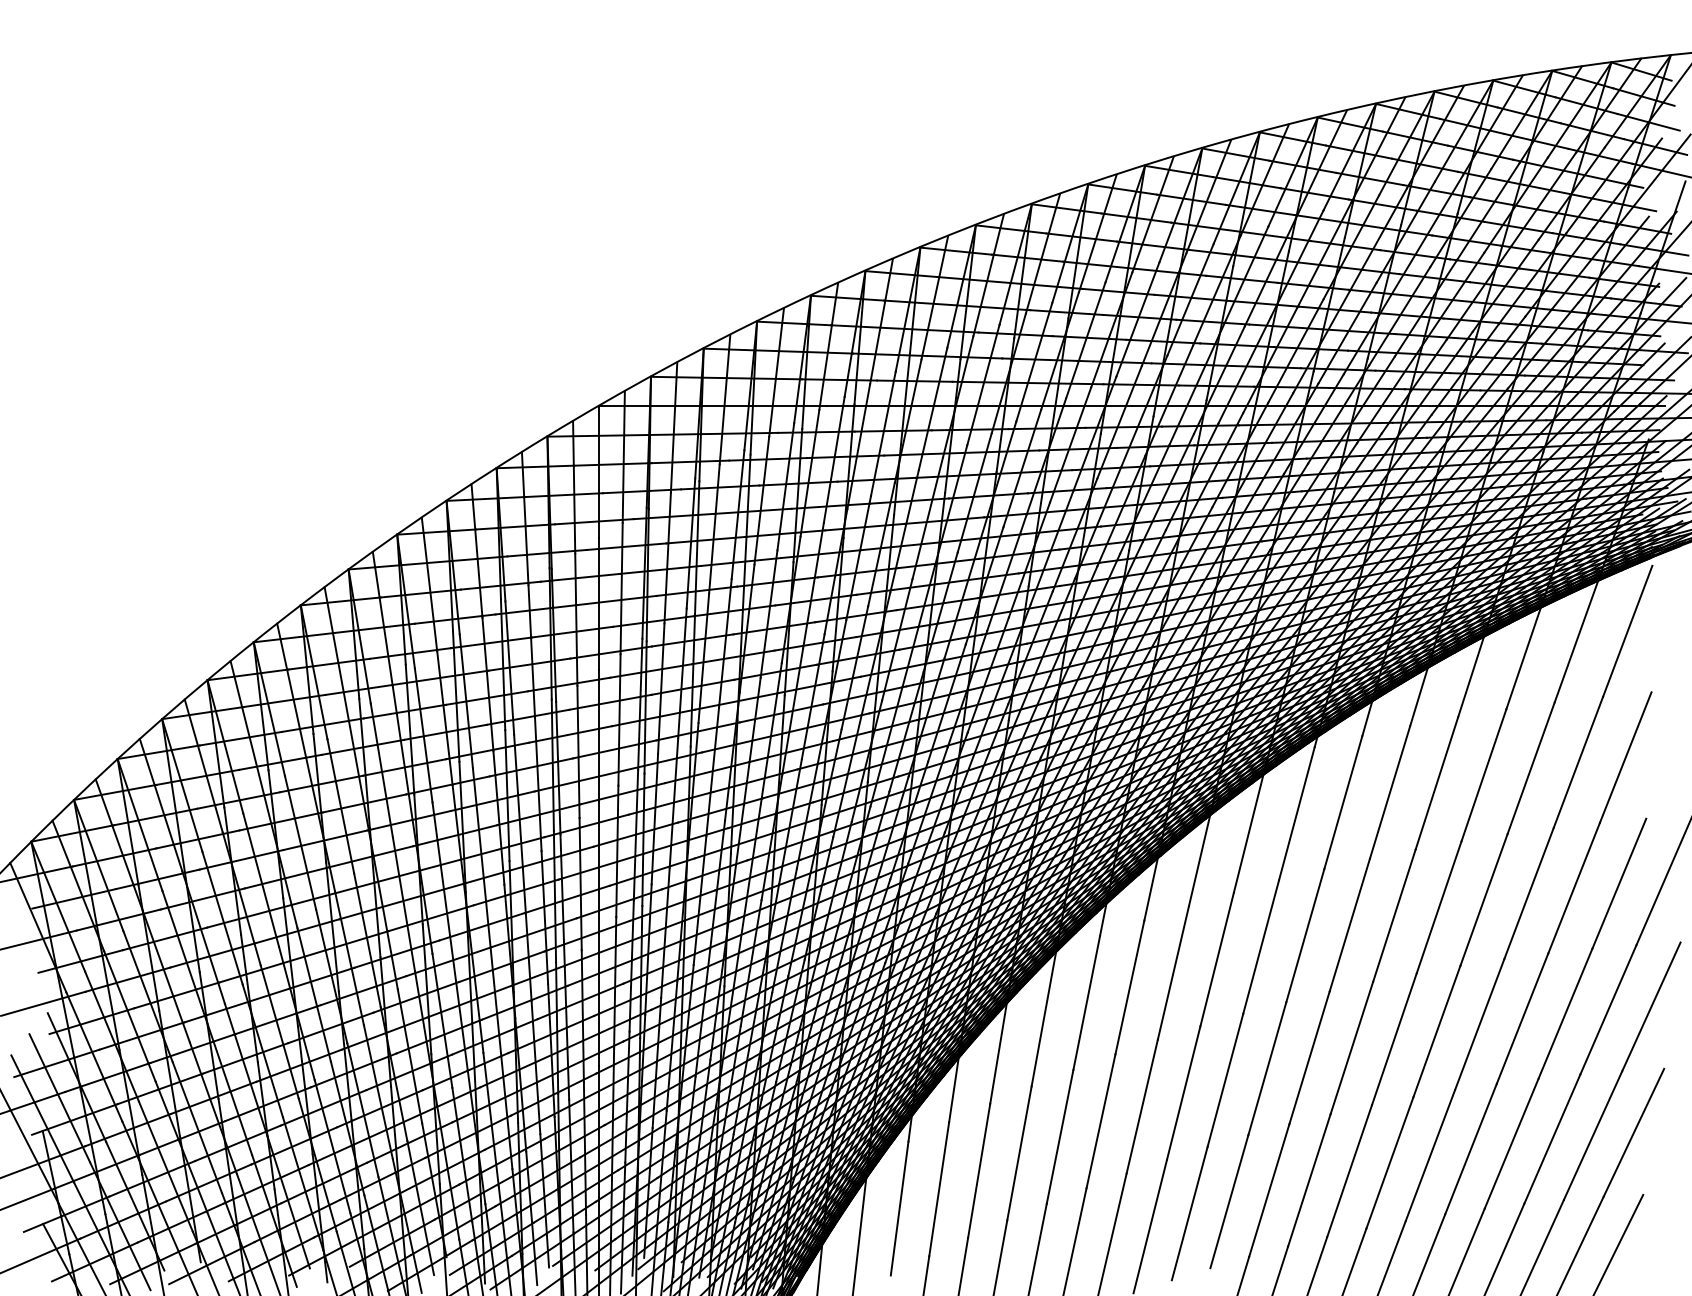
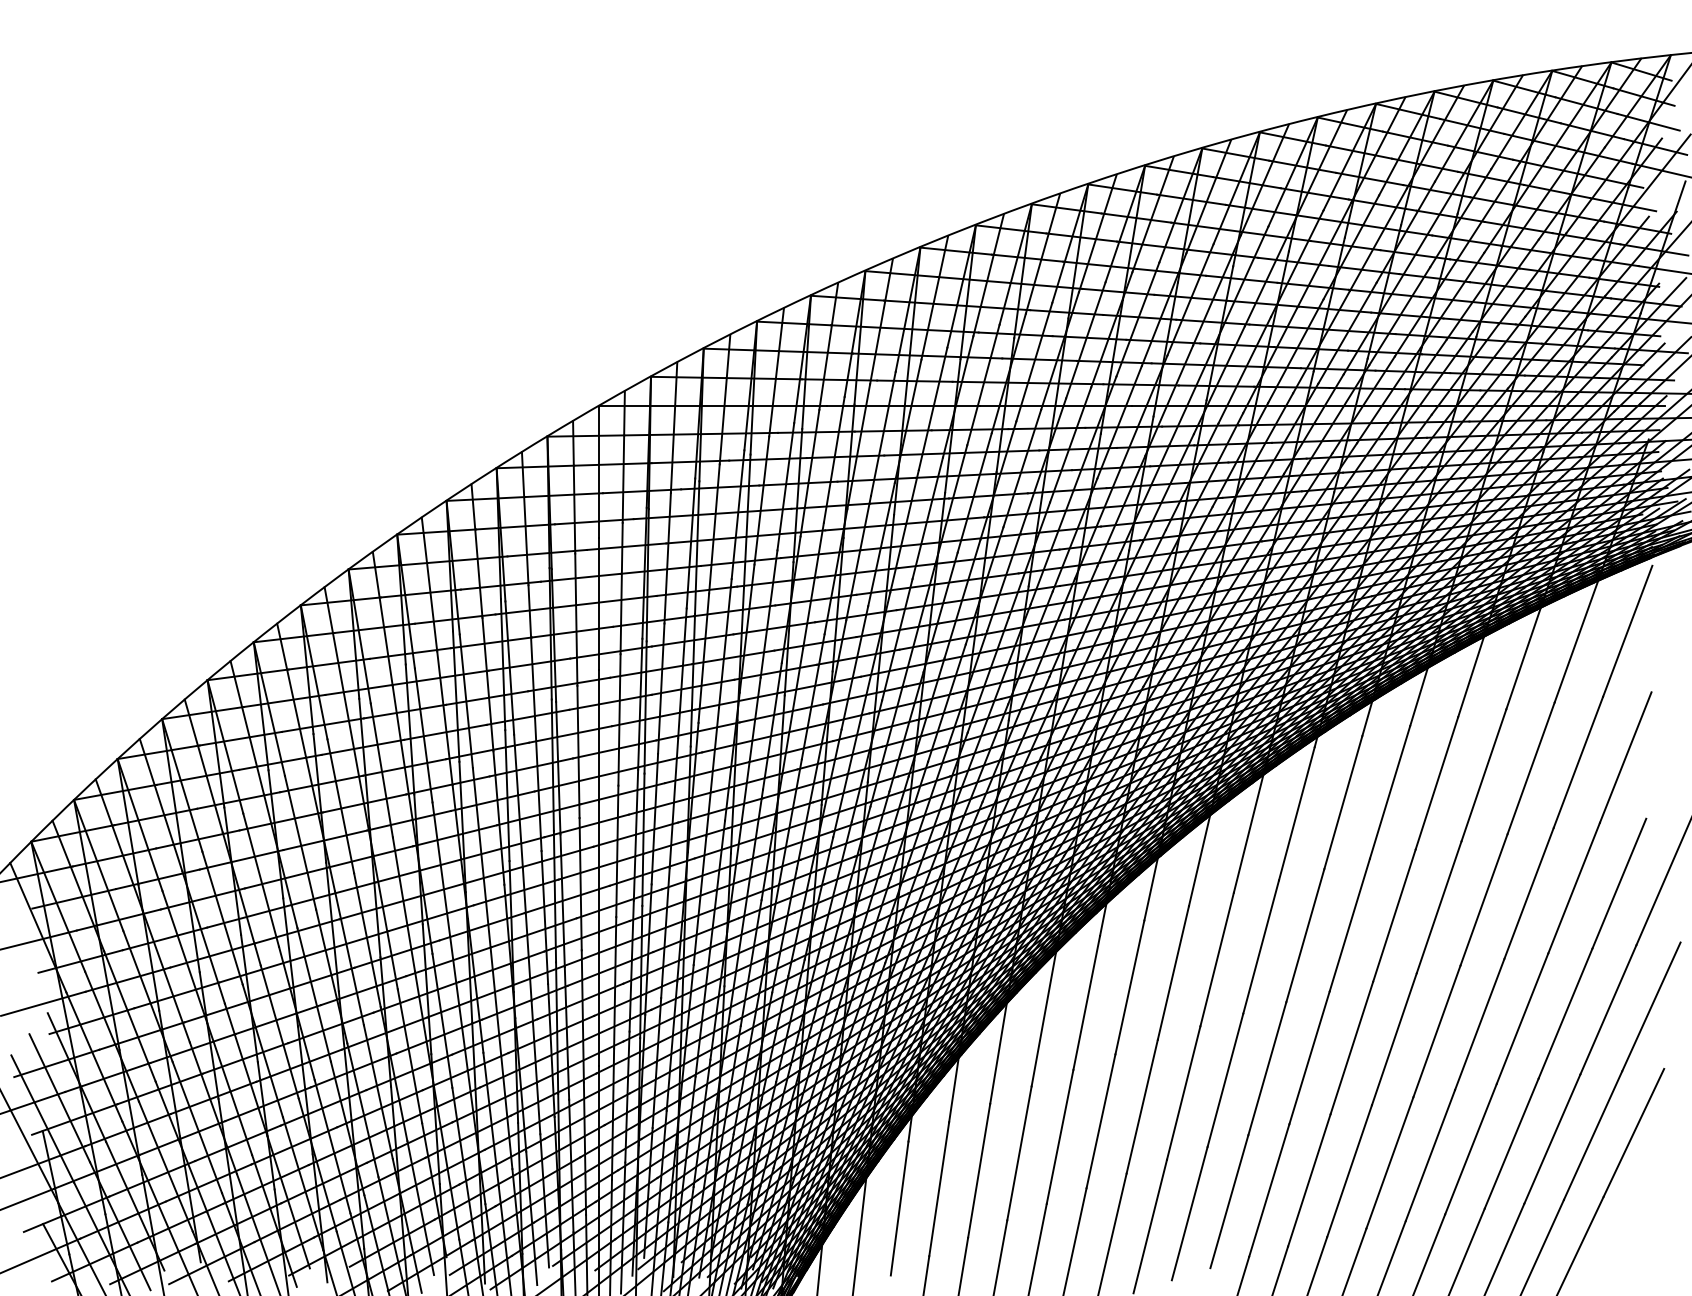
line at (1619, 1243): present -> none
